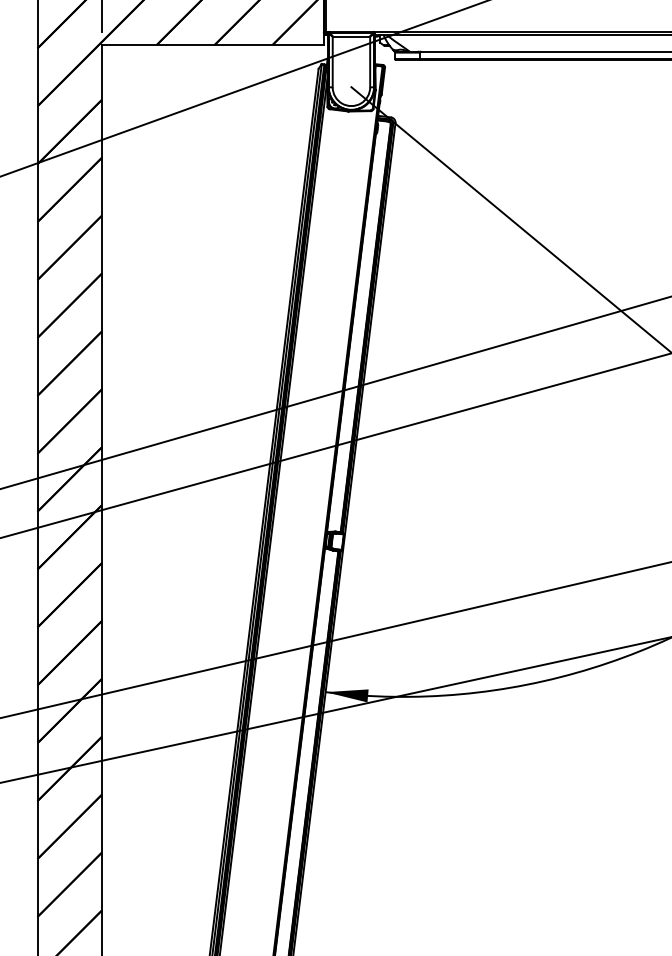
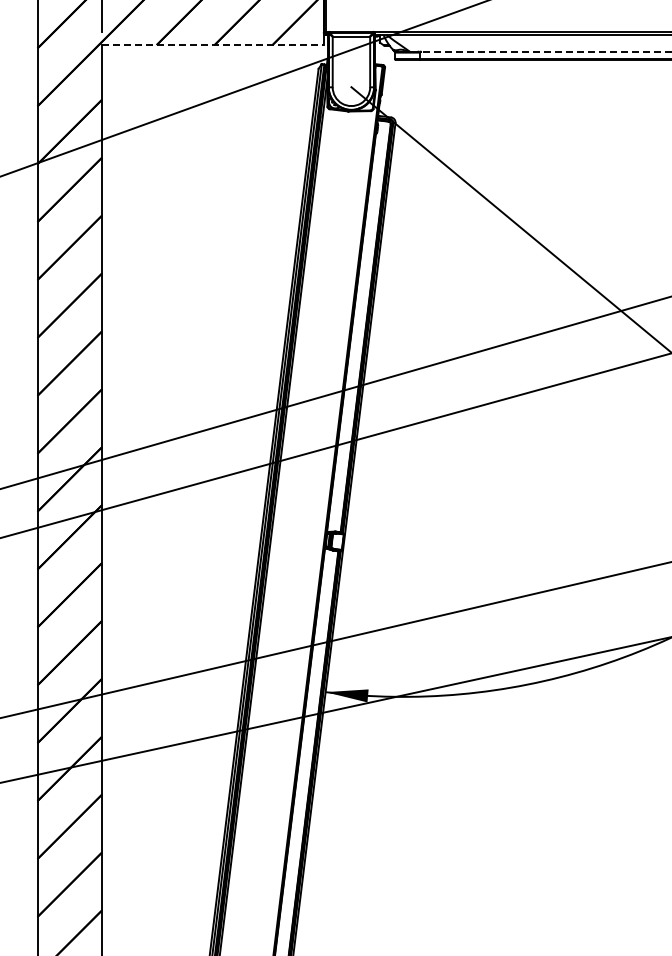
line at (212, 45): solid -> dashed
line at (546, 51): solid -> dashed
